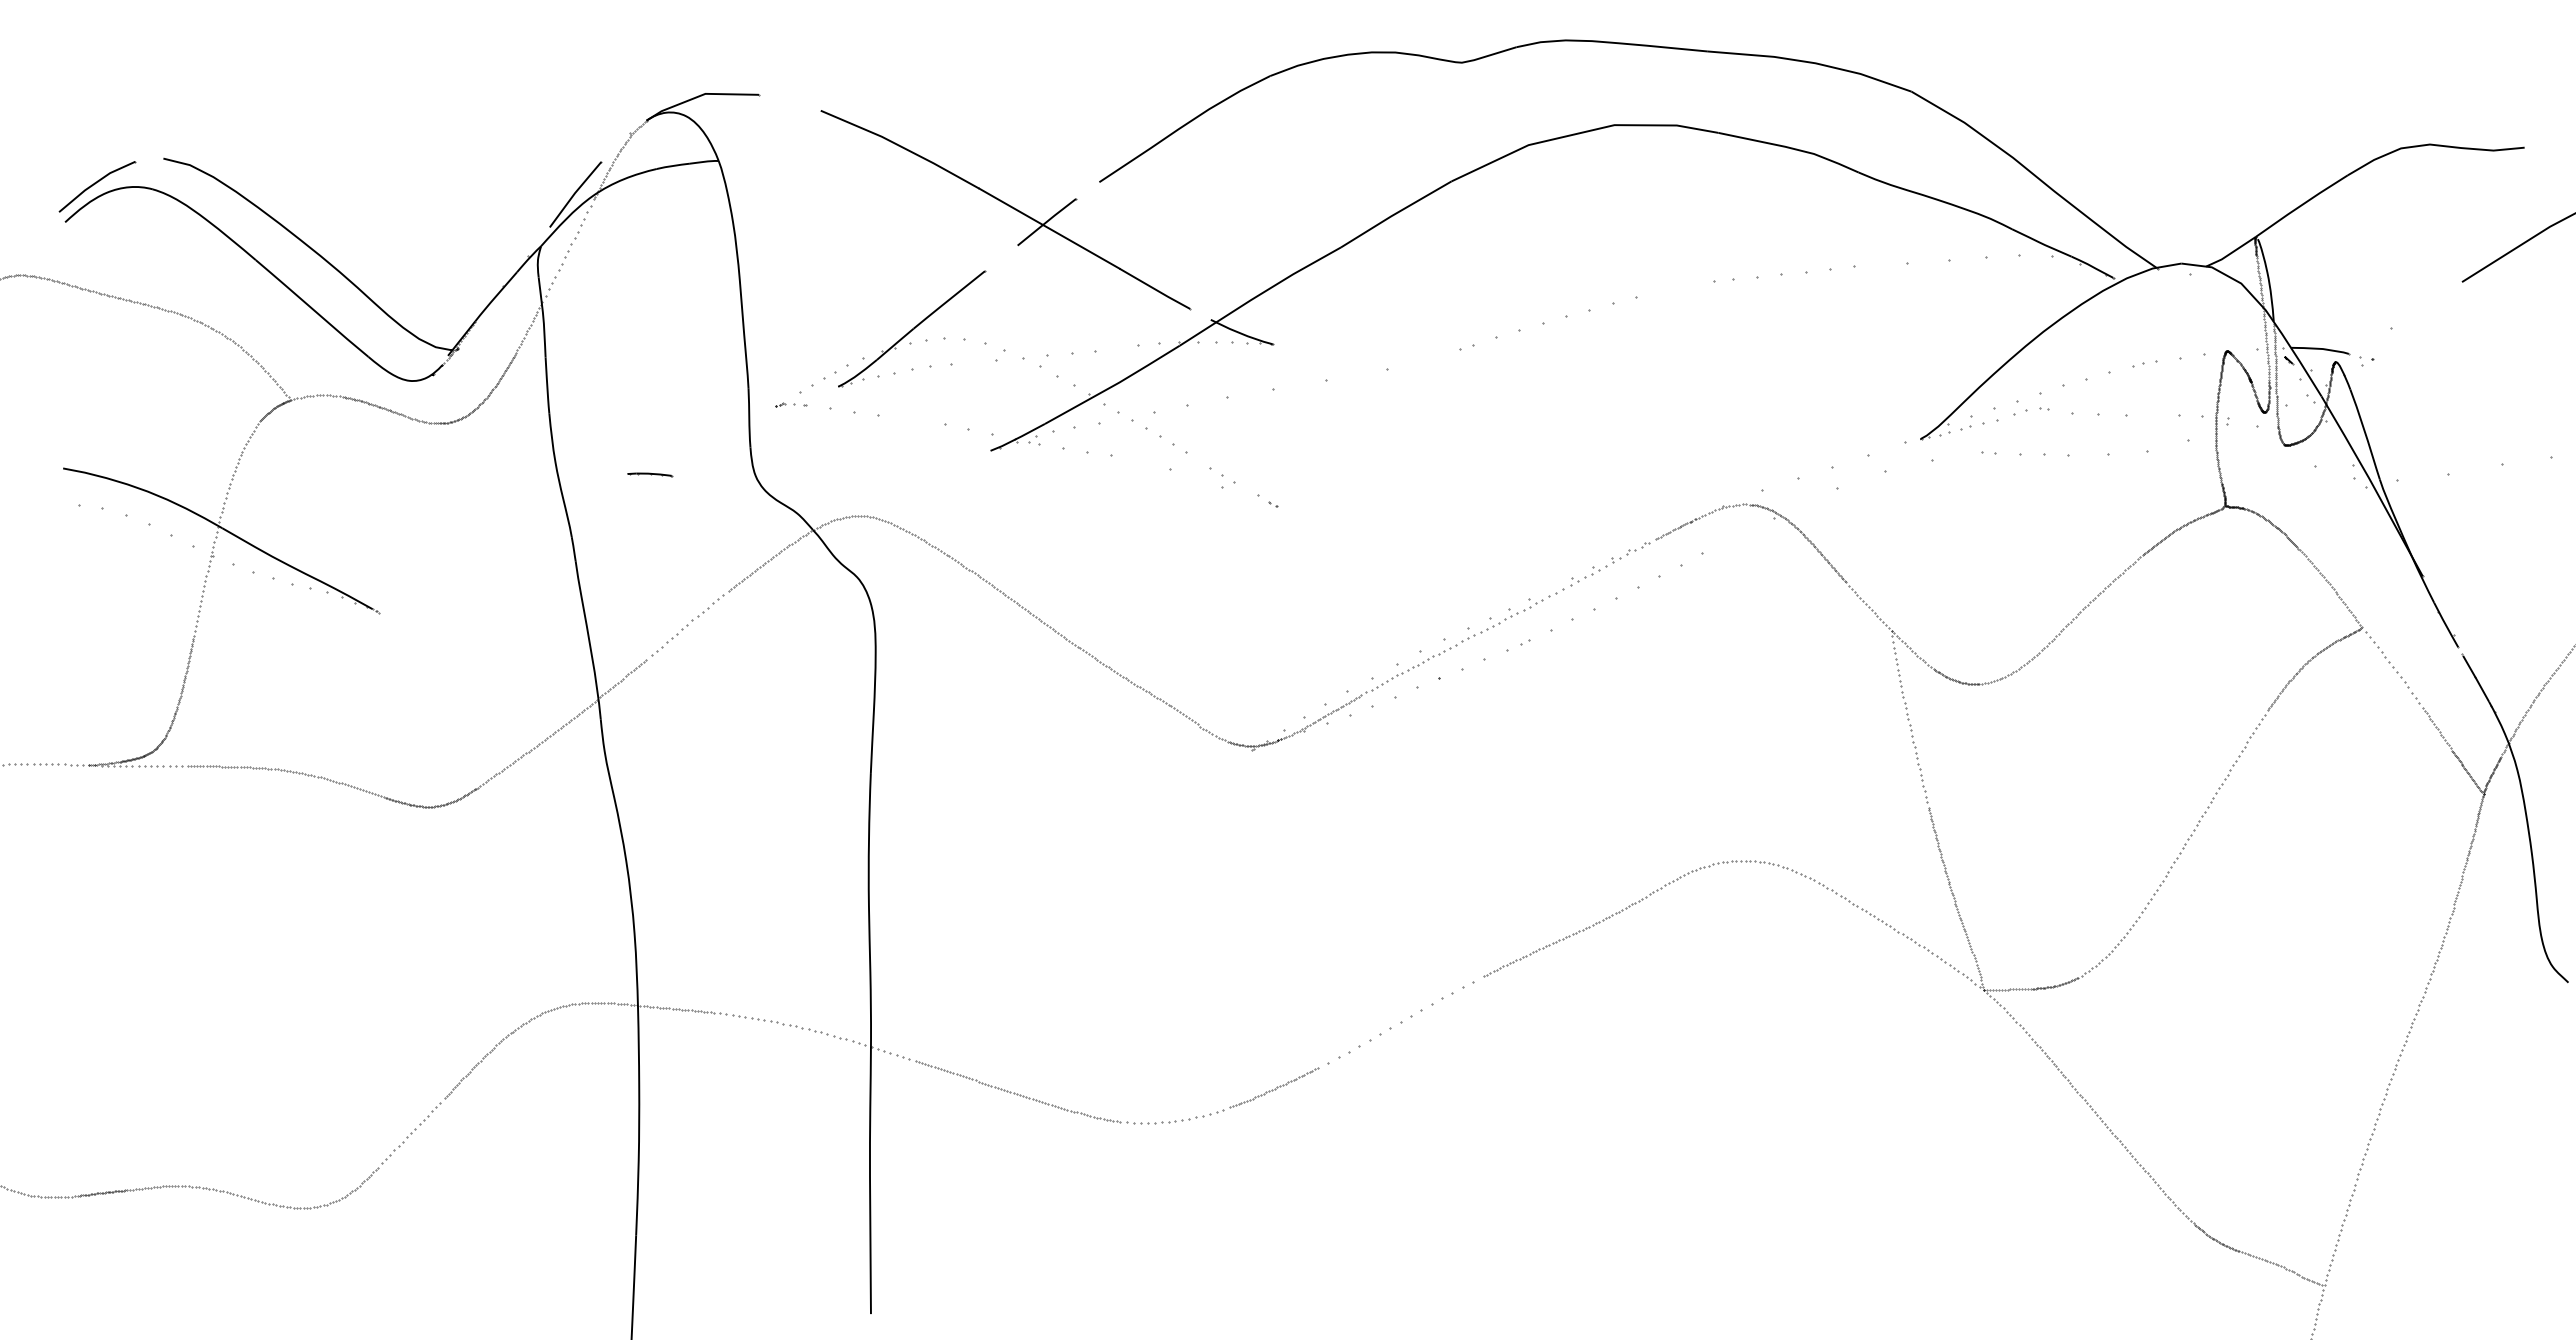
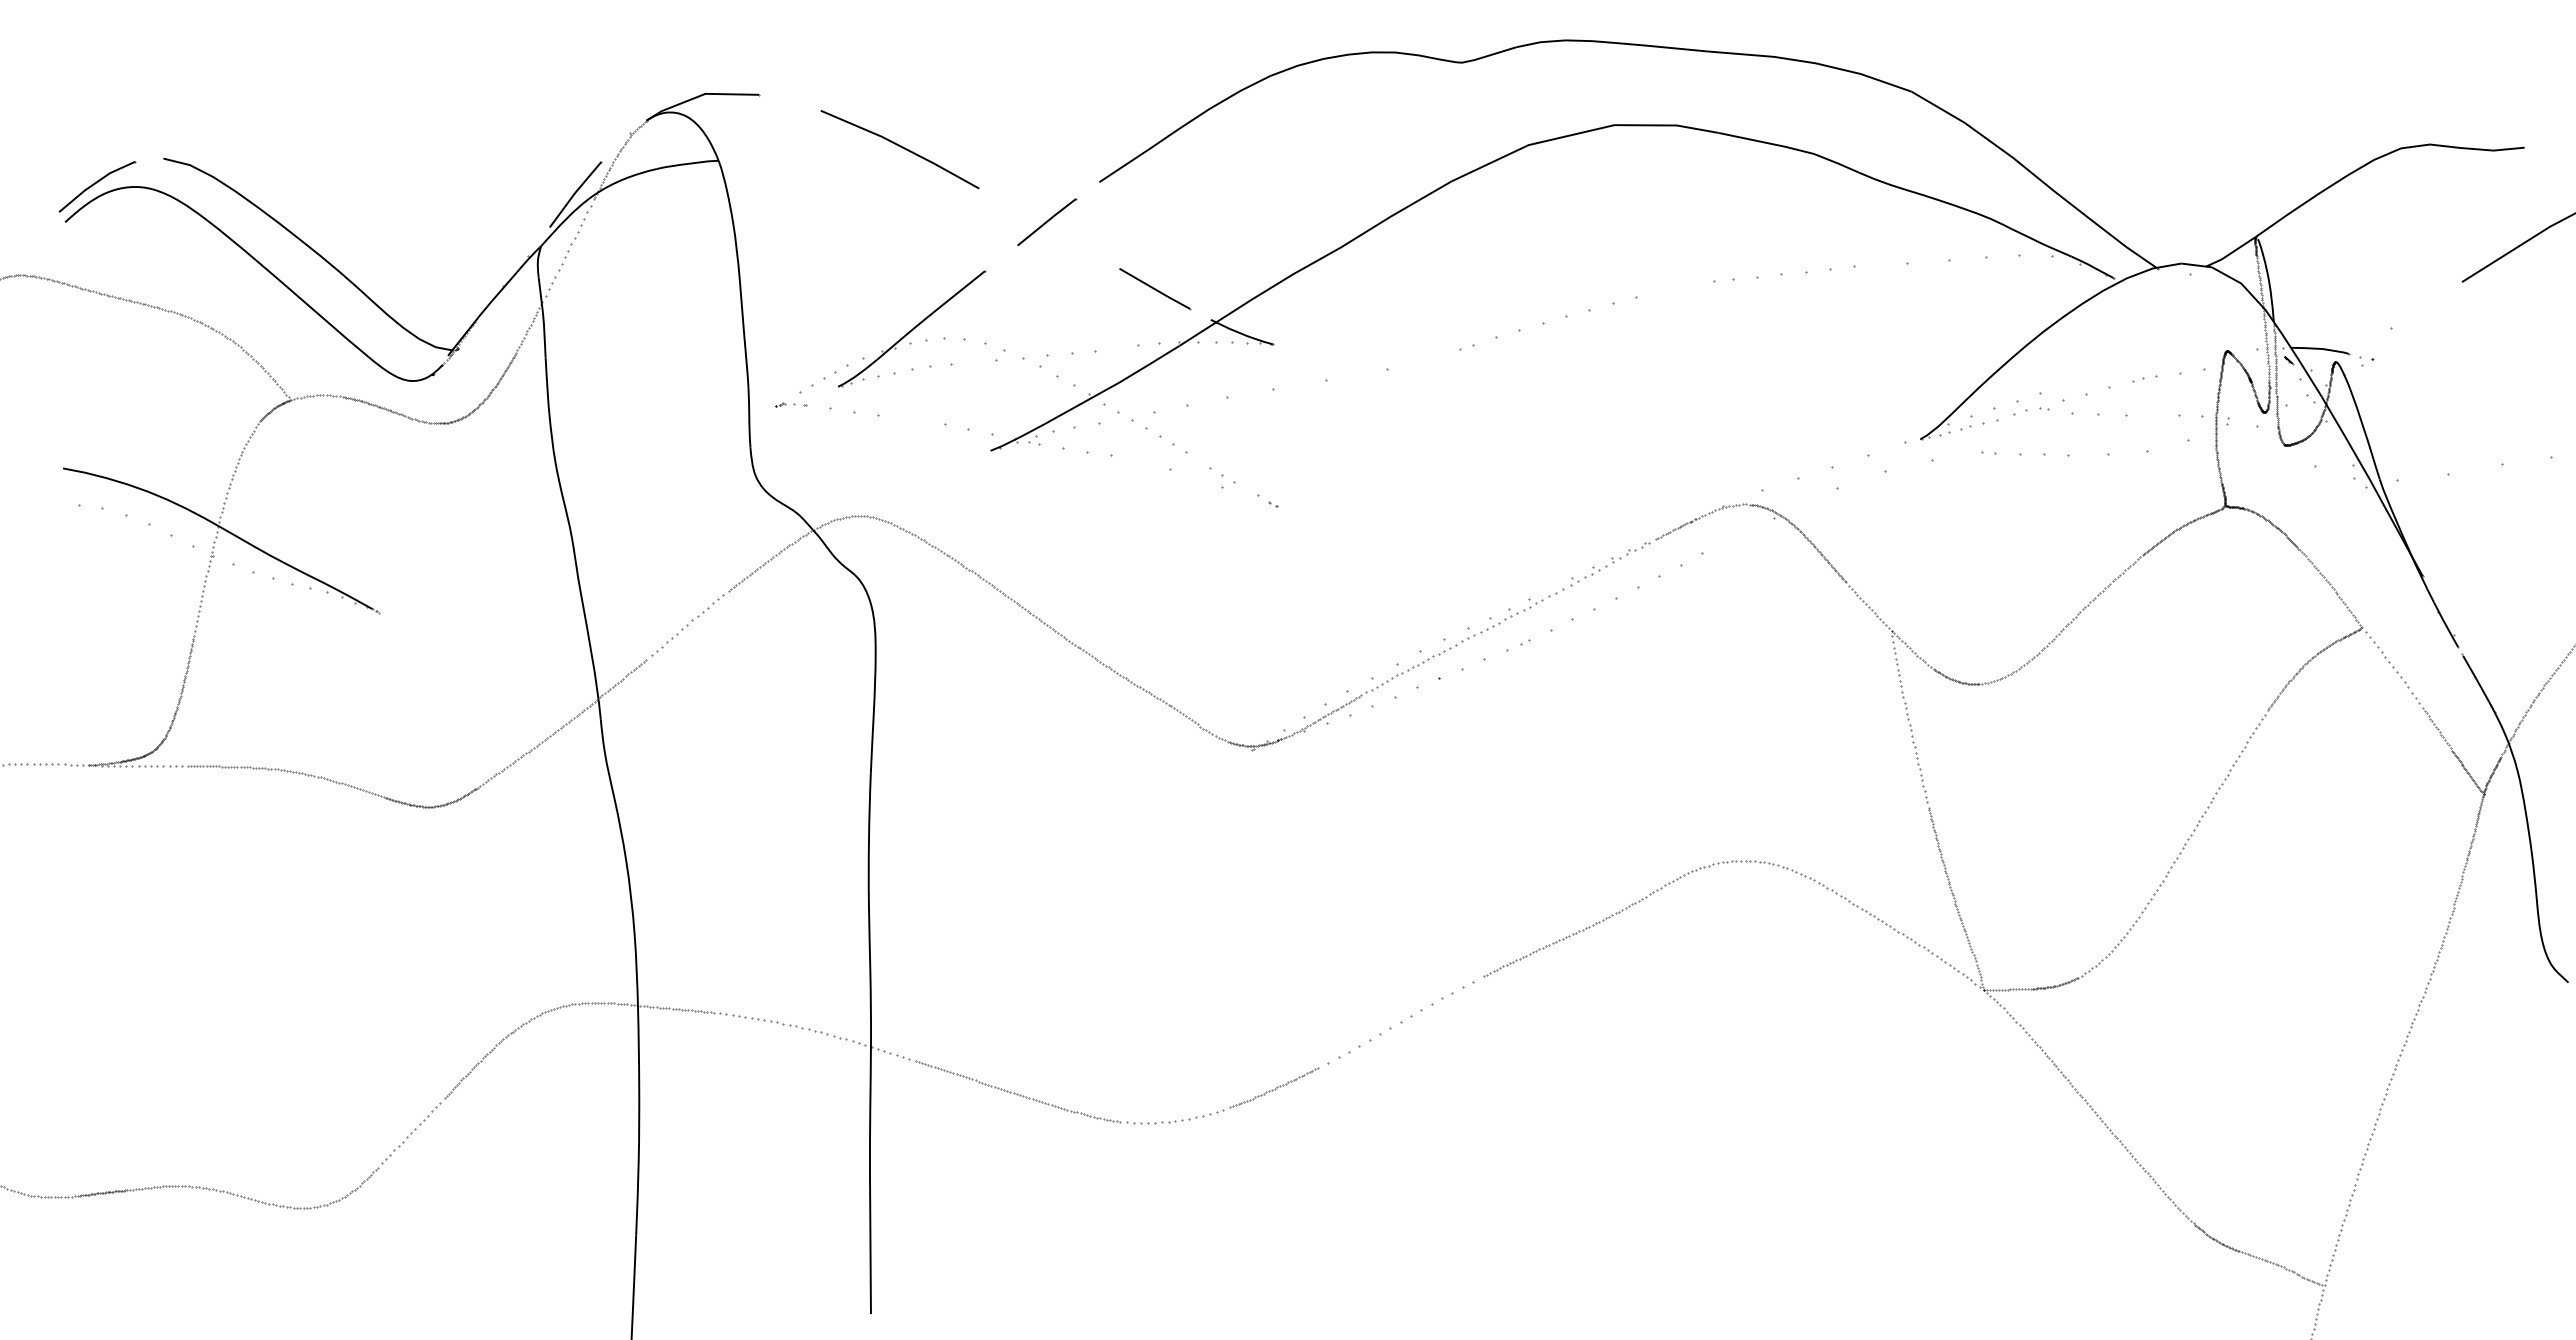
line at (1049, 228): present -> none
line at (2133, 367) position: (2133, 367) -> (2133, 382)
part at (650, 474): present -> none
